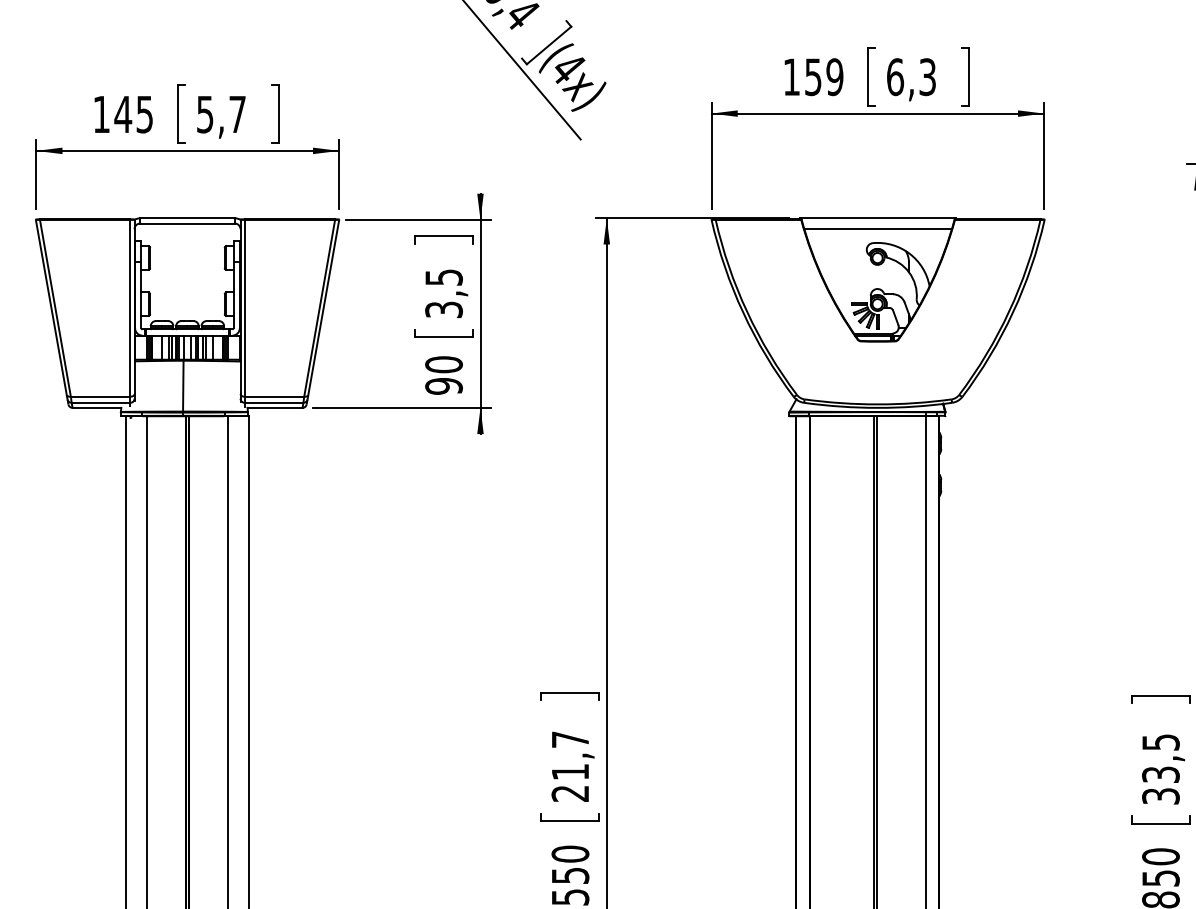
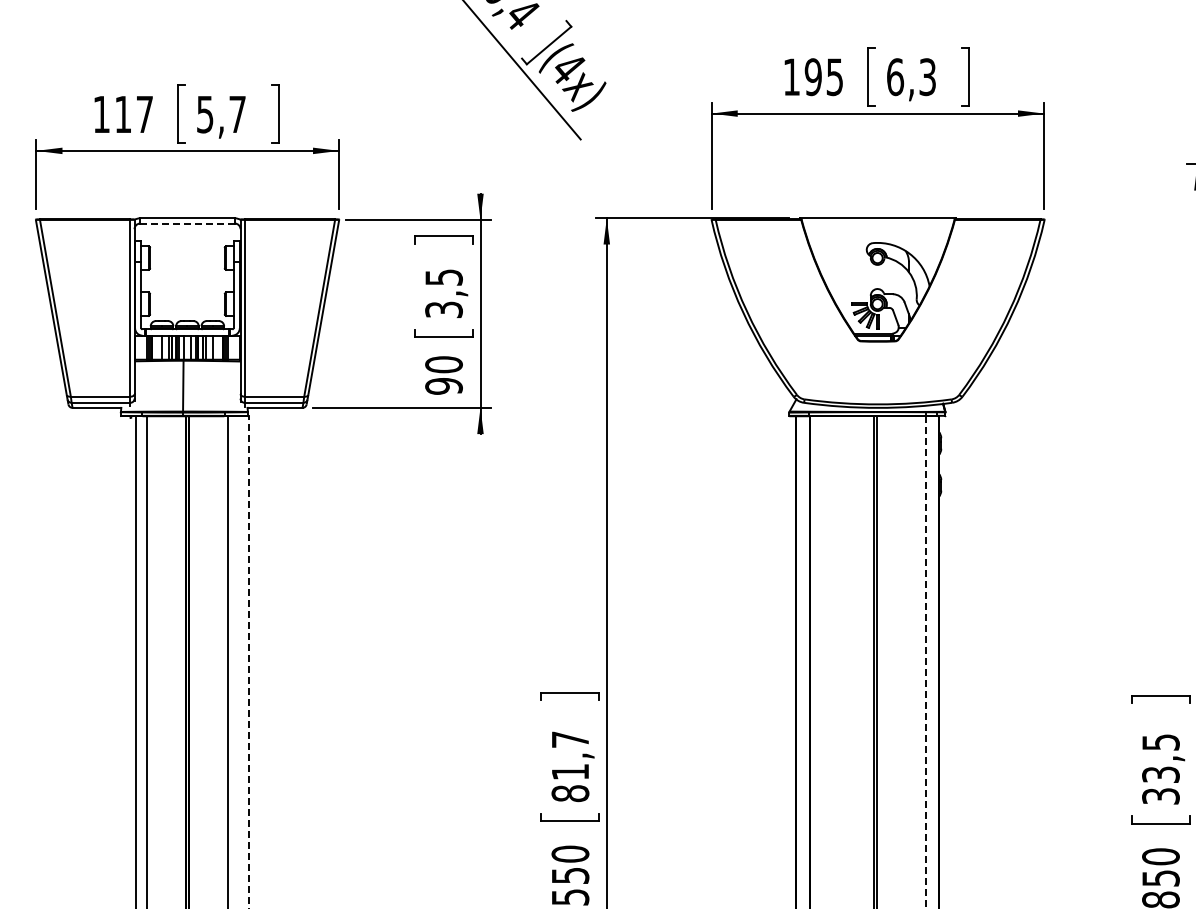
text at (823, 76): 159 -> 195
text at (133, 114): 145 -> 117
line at (187, 223): solid -> dashed
line at (877, 229): present -> none
line at (126, 660) position: (126, 660) -> (136, 660)
line at (248, 662): solid -> dashed
line at (926, 663): solid -> dashed
text at (570, 793): 21,7 -> 81,7
